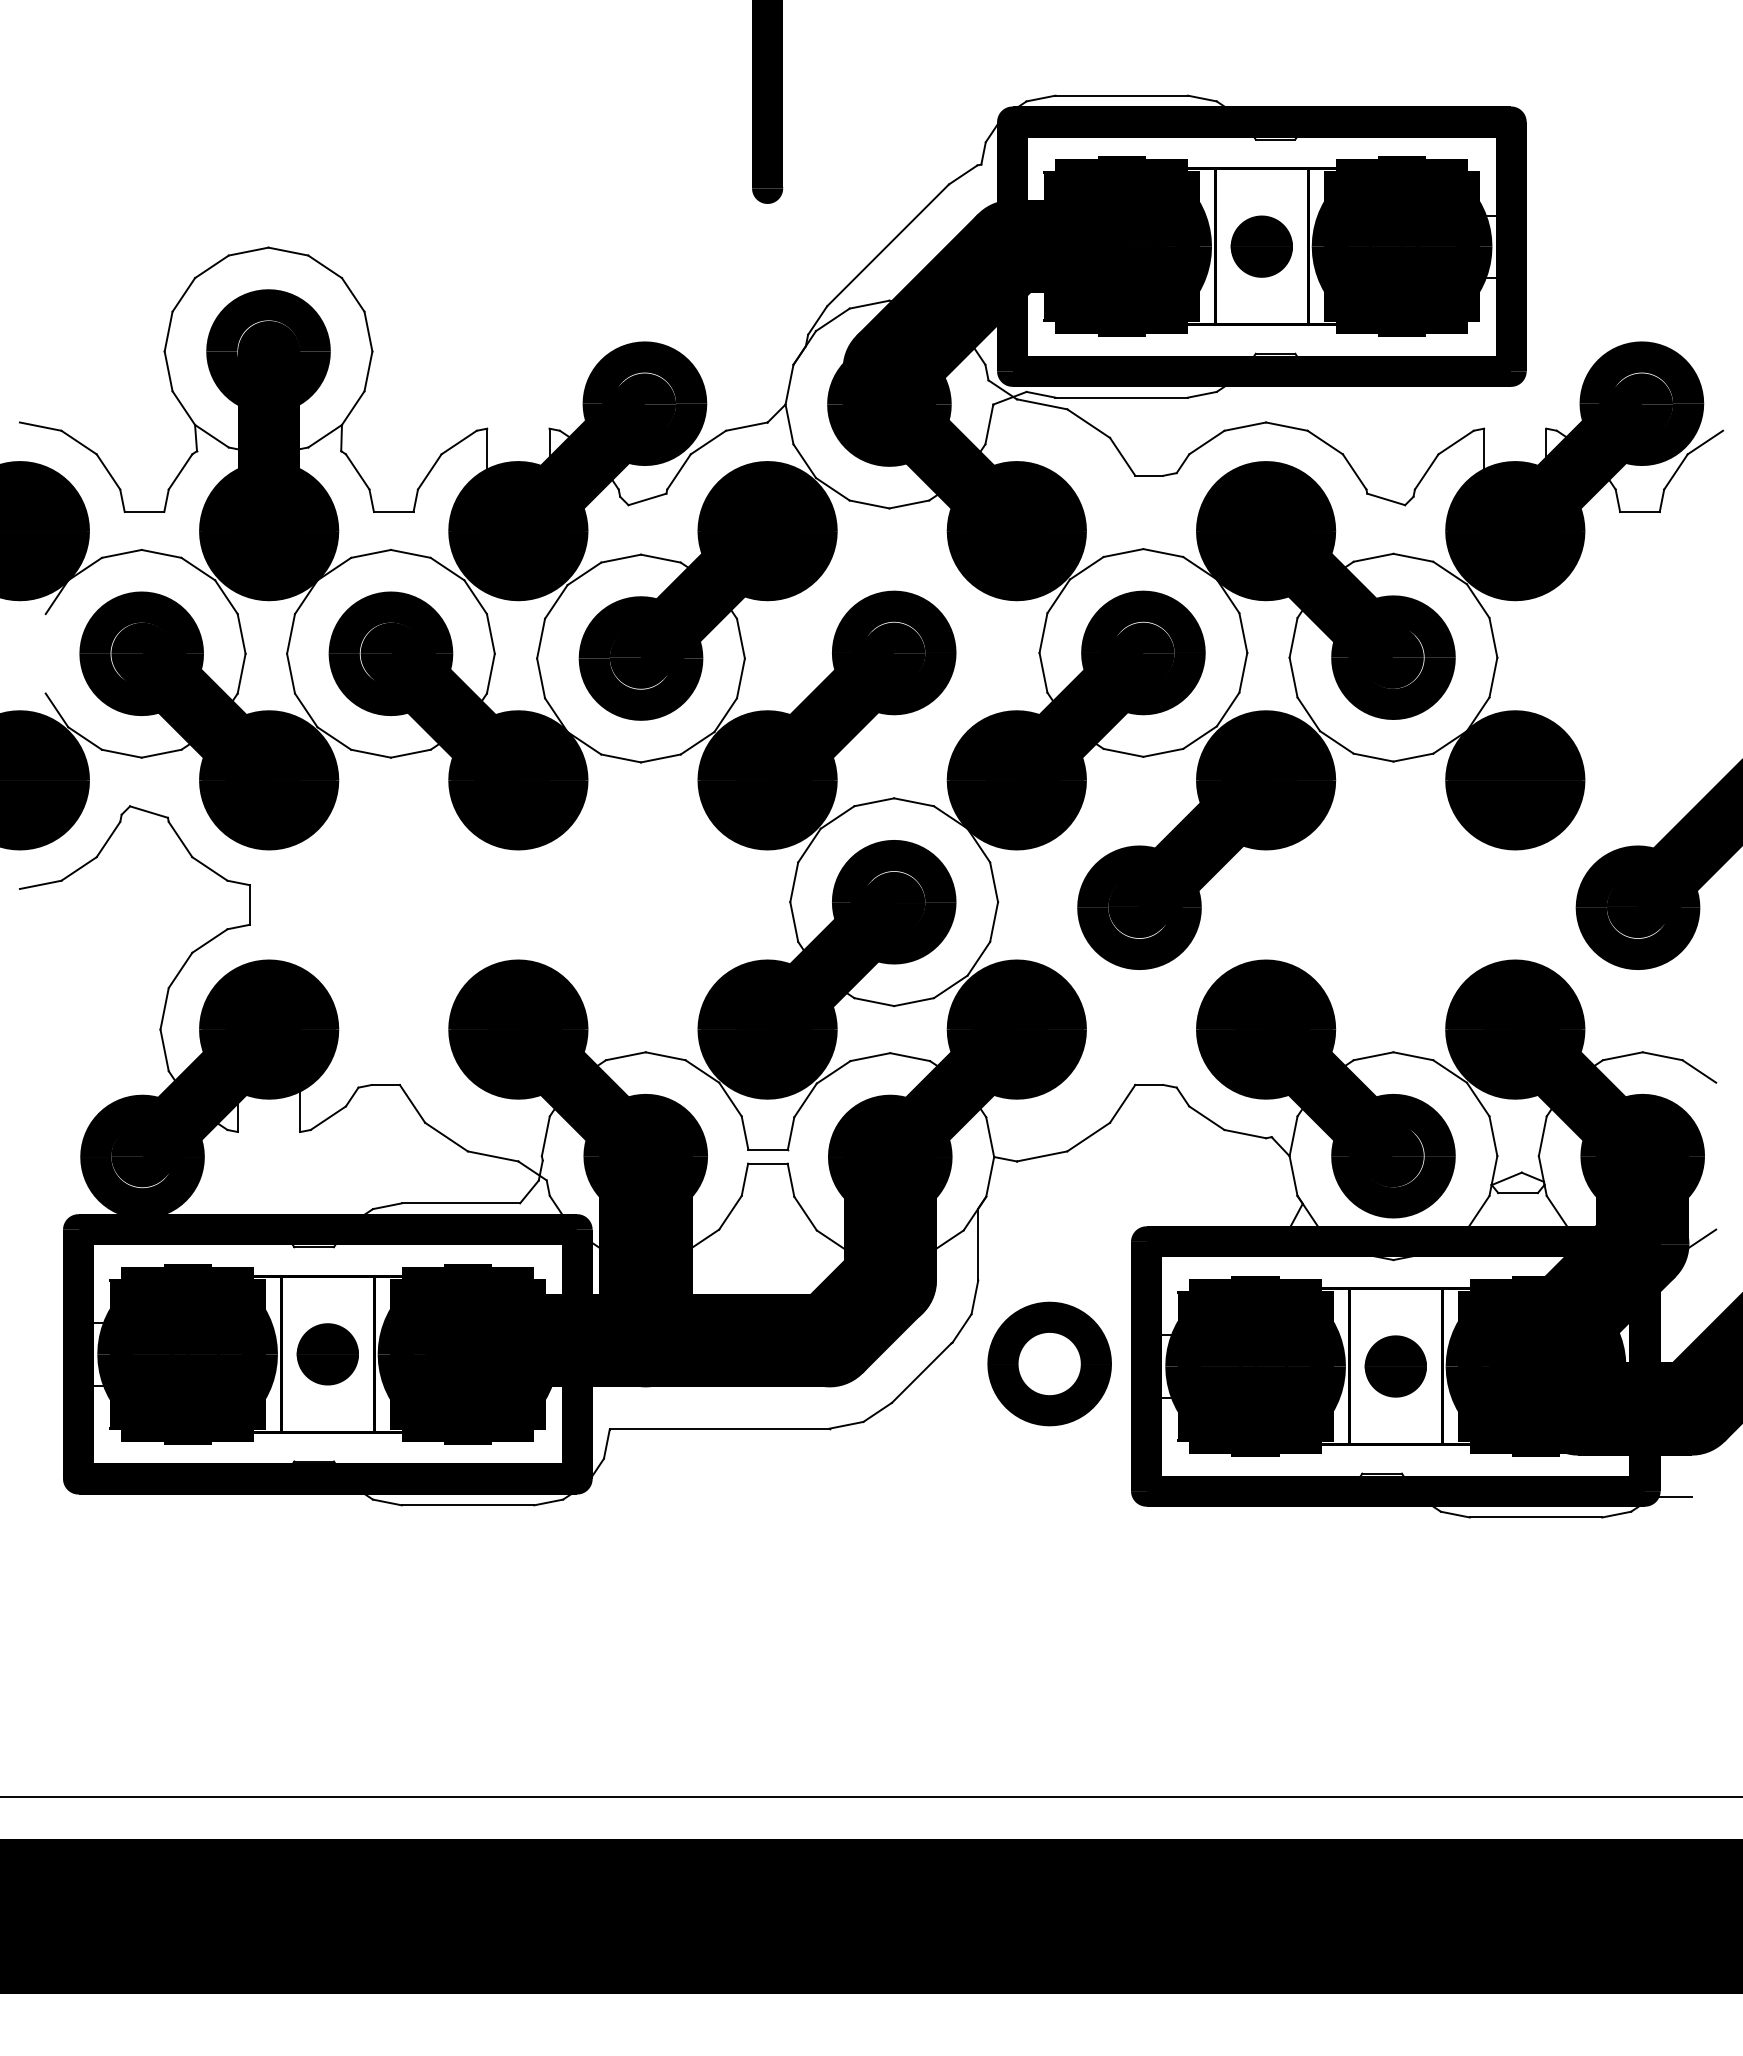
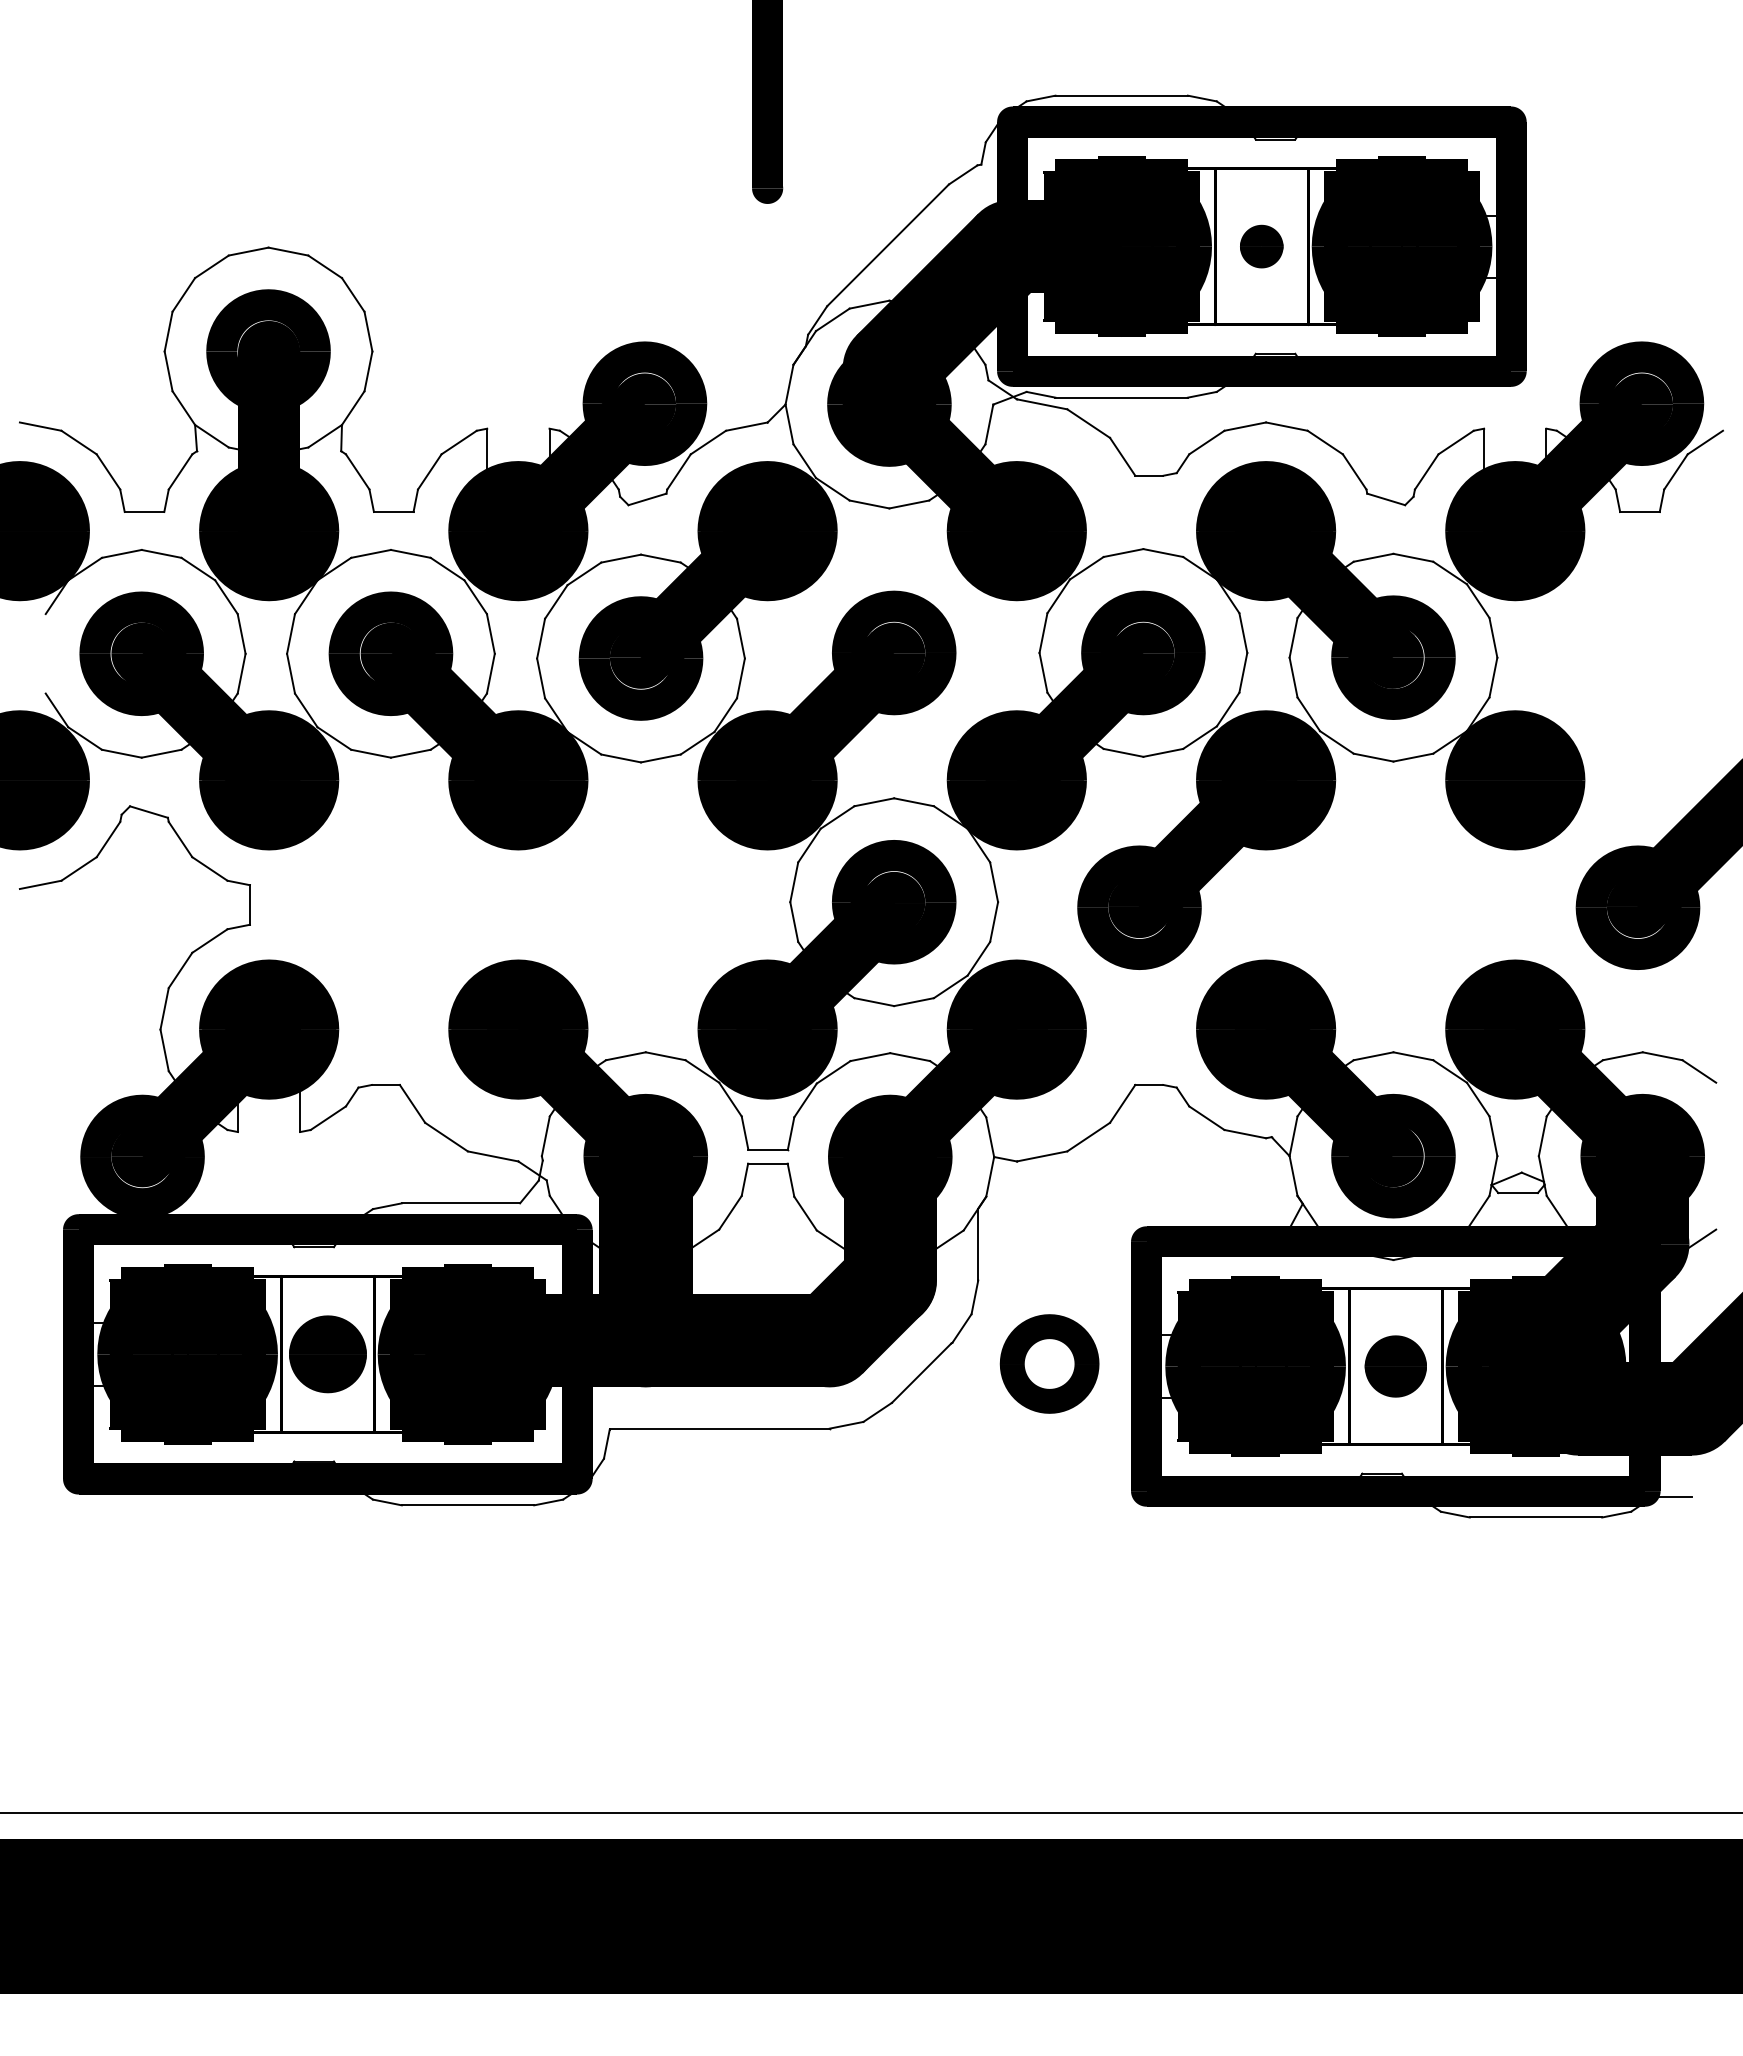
part at (1261, 246) size: 63x63 px -> 44x45 px
part at (327, 1354) size: 63x63 px -> 78x79 px
part at (1049, 1363) size: 125x126 px -> 101x100 px
line at (870, 1796) position: (870, 1796) -> (870, 1812)
